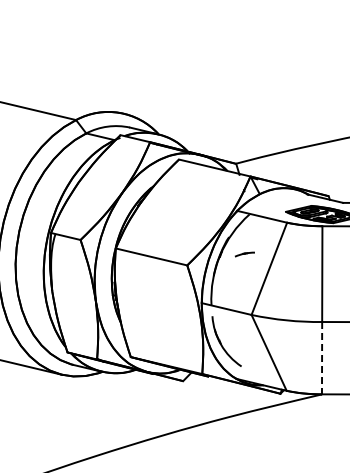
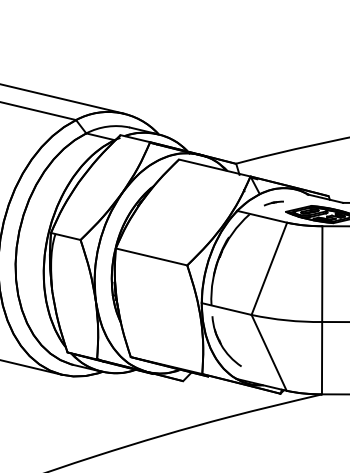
line at (63, 98): none -> present
line at (244, 254) position: (244, 254) -> (273, 203)
line at (322, 358): dashed -> solid
